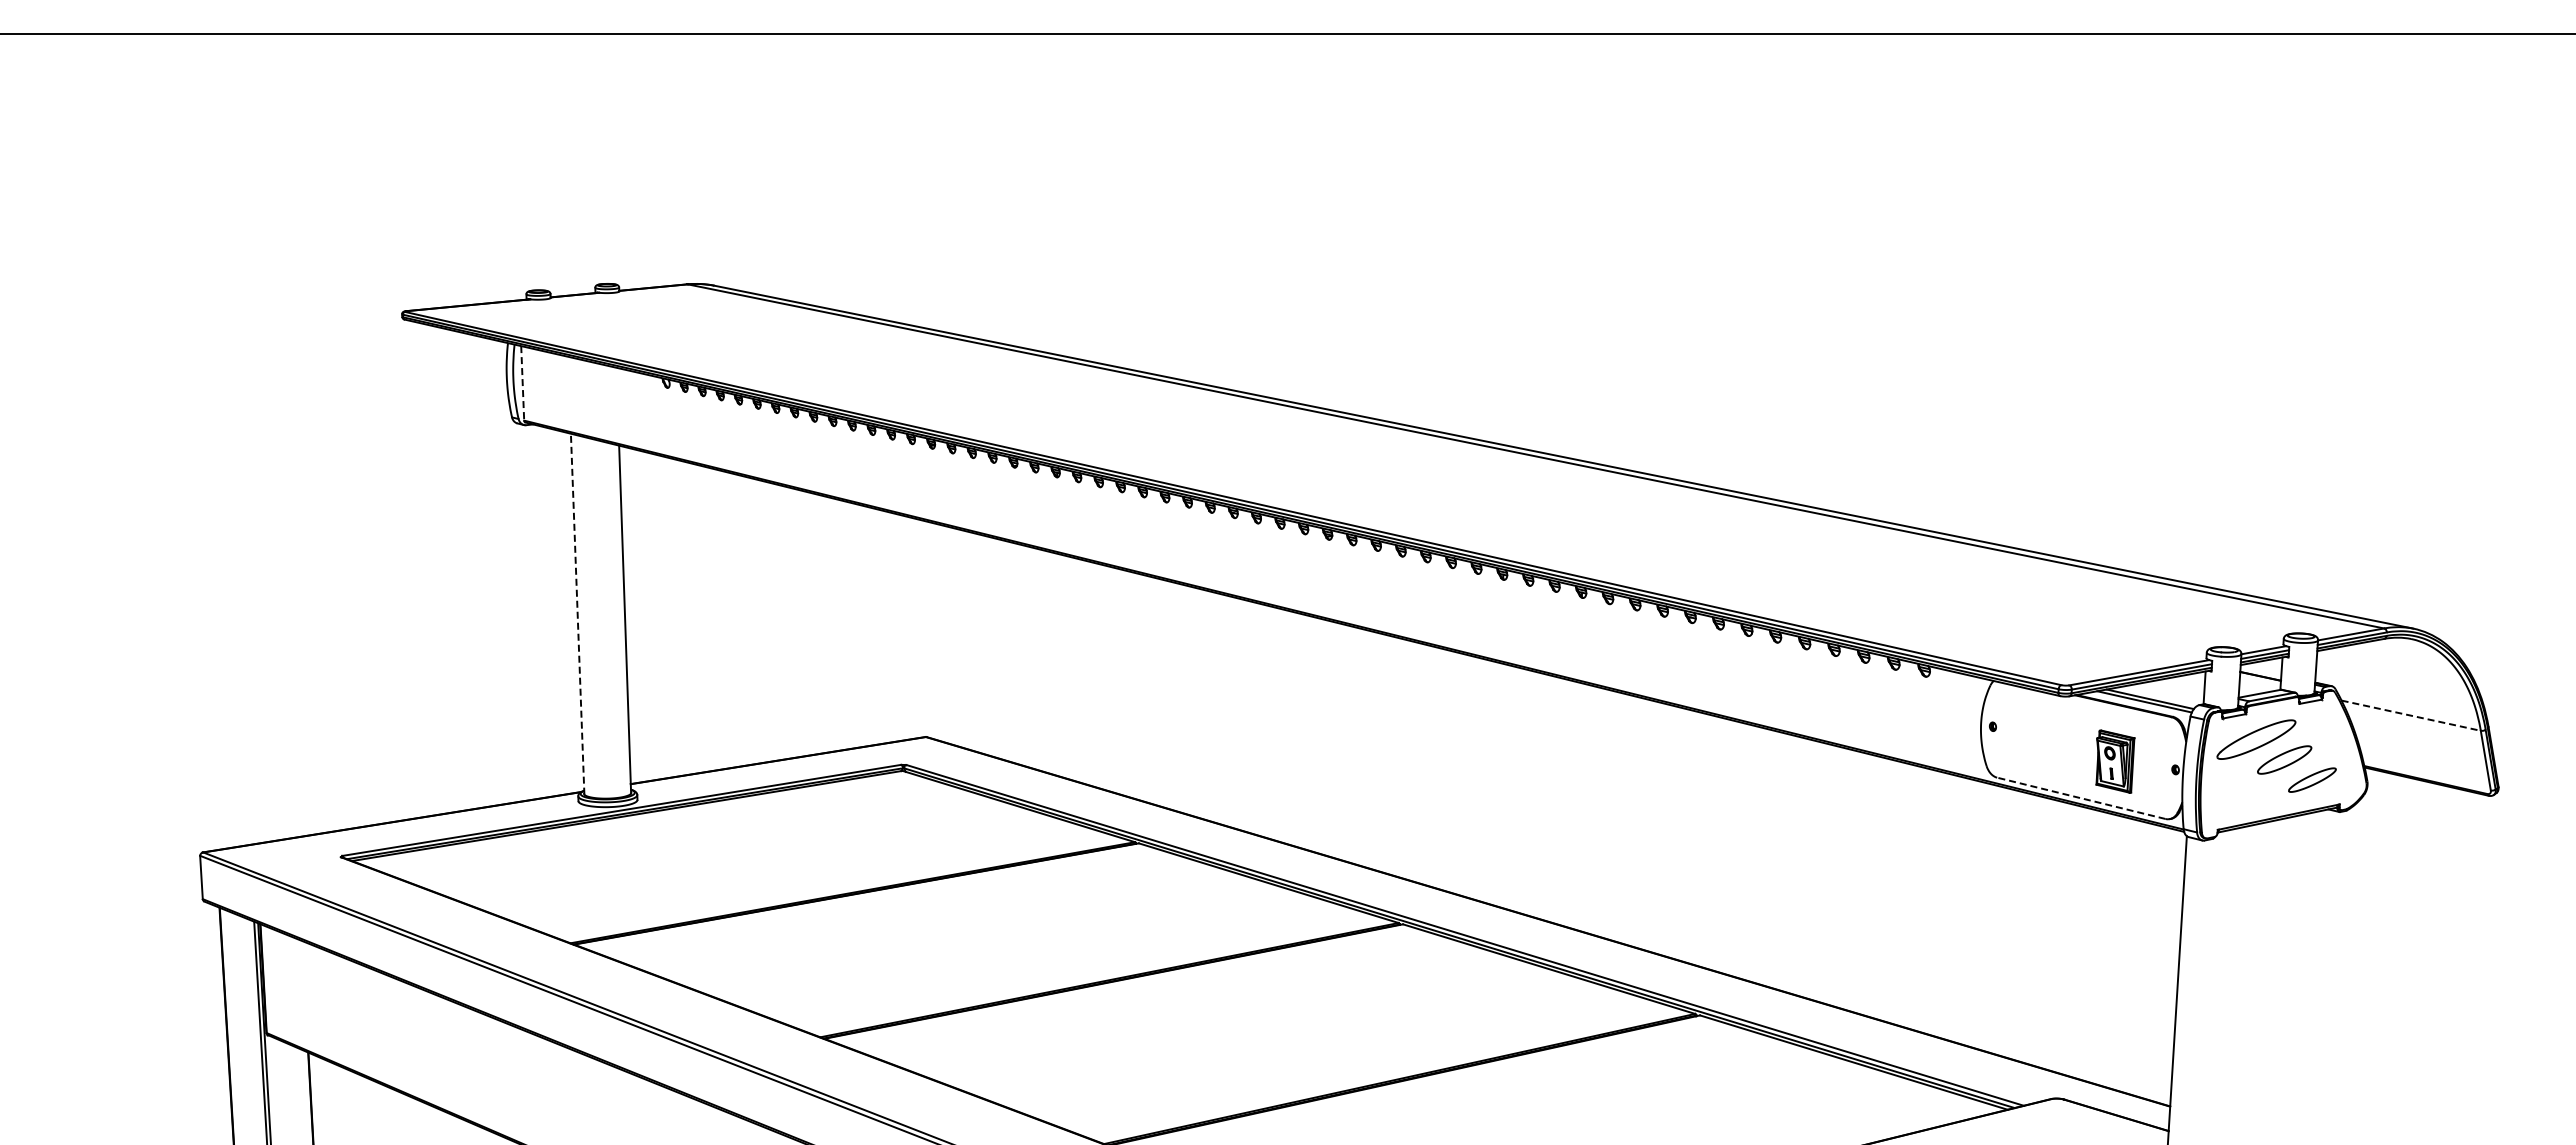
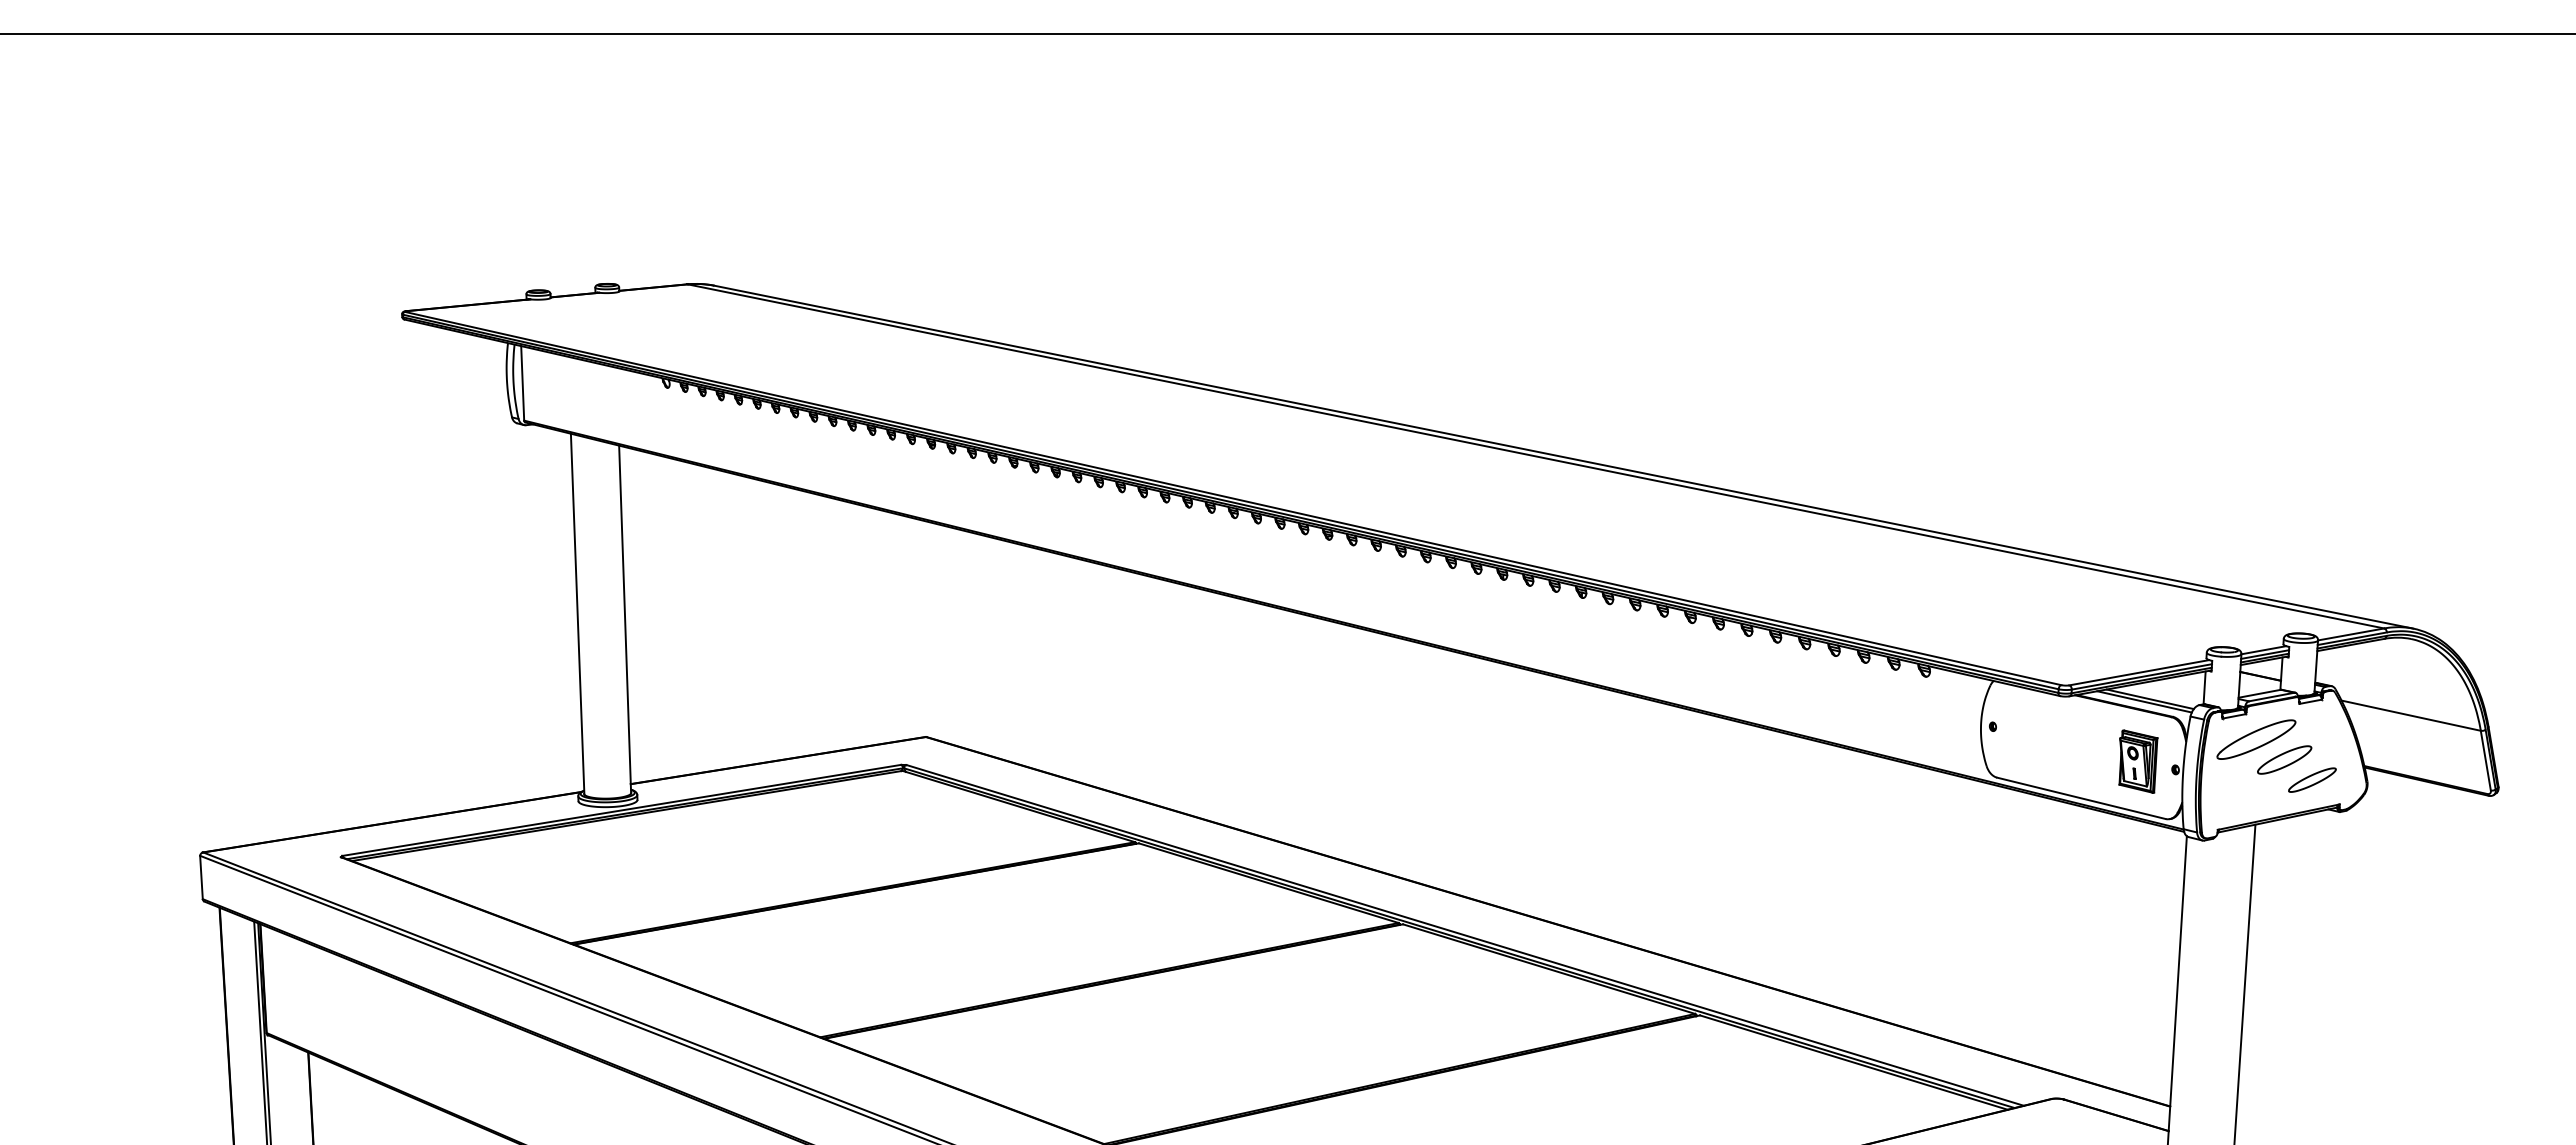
line at (522, 383): dashed -> solid
line at (577, 614): dashed -> solid
line at (2411, 715): dashed -> solid
part at (2115, 761) position: (2115, 761) -> (2138, 761)
line at (2081, 798): dashed -> solid
line at (2244, 982): none -> present
